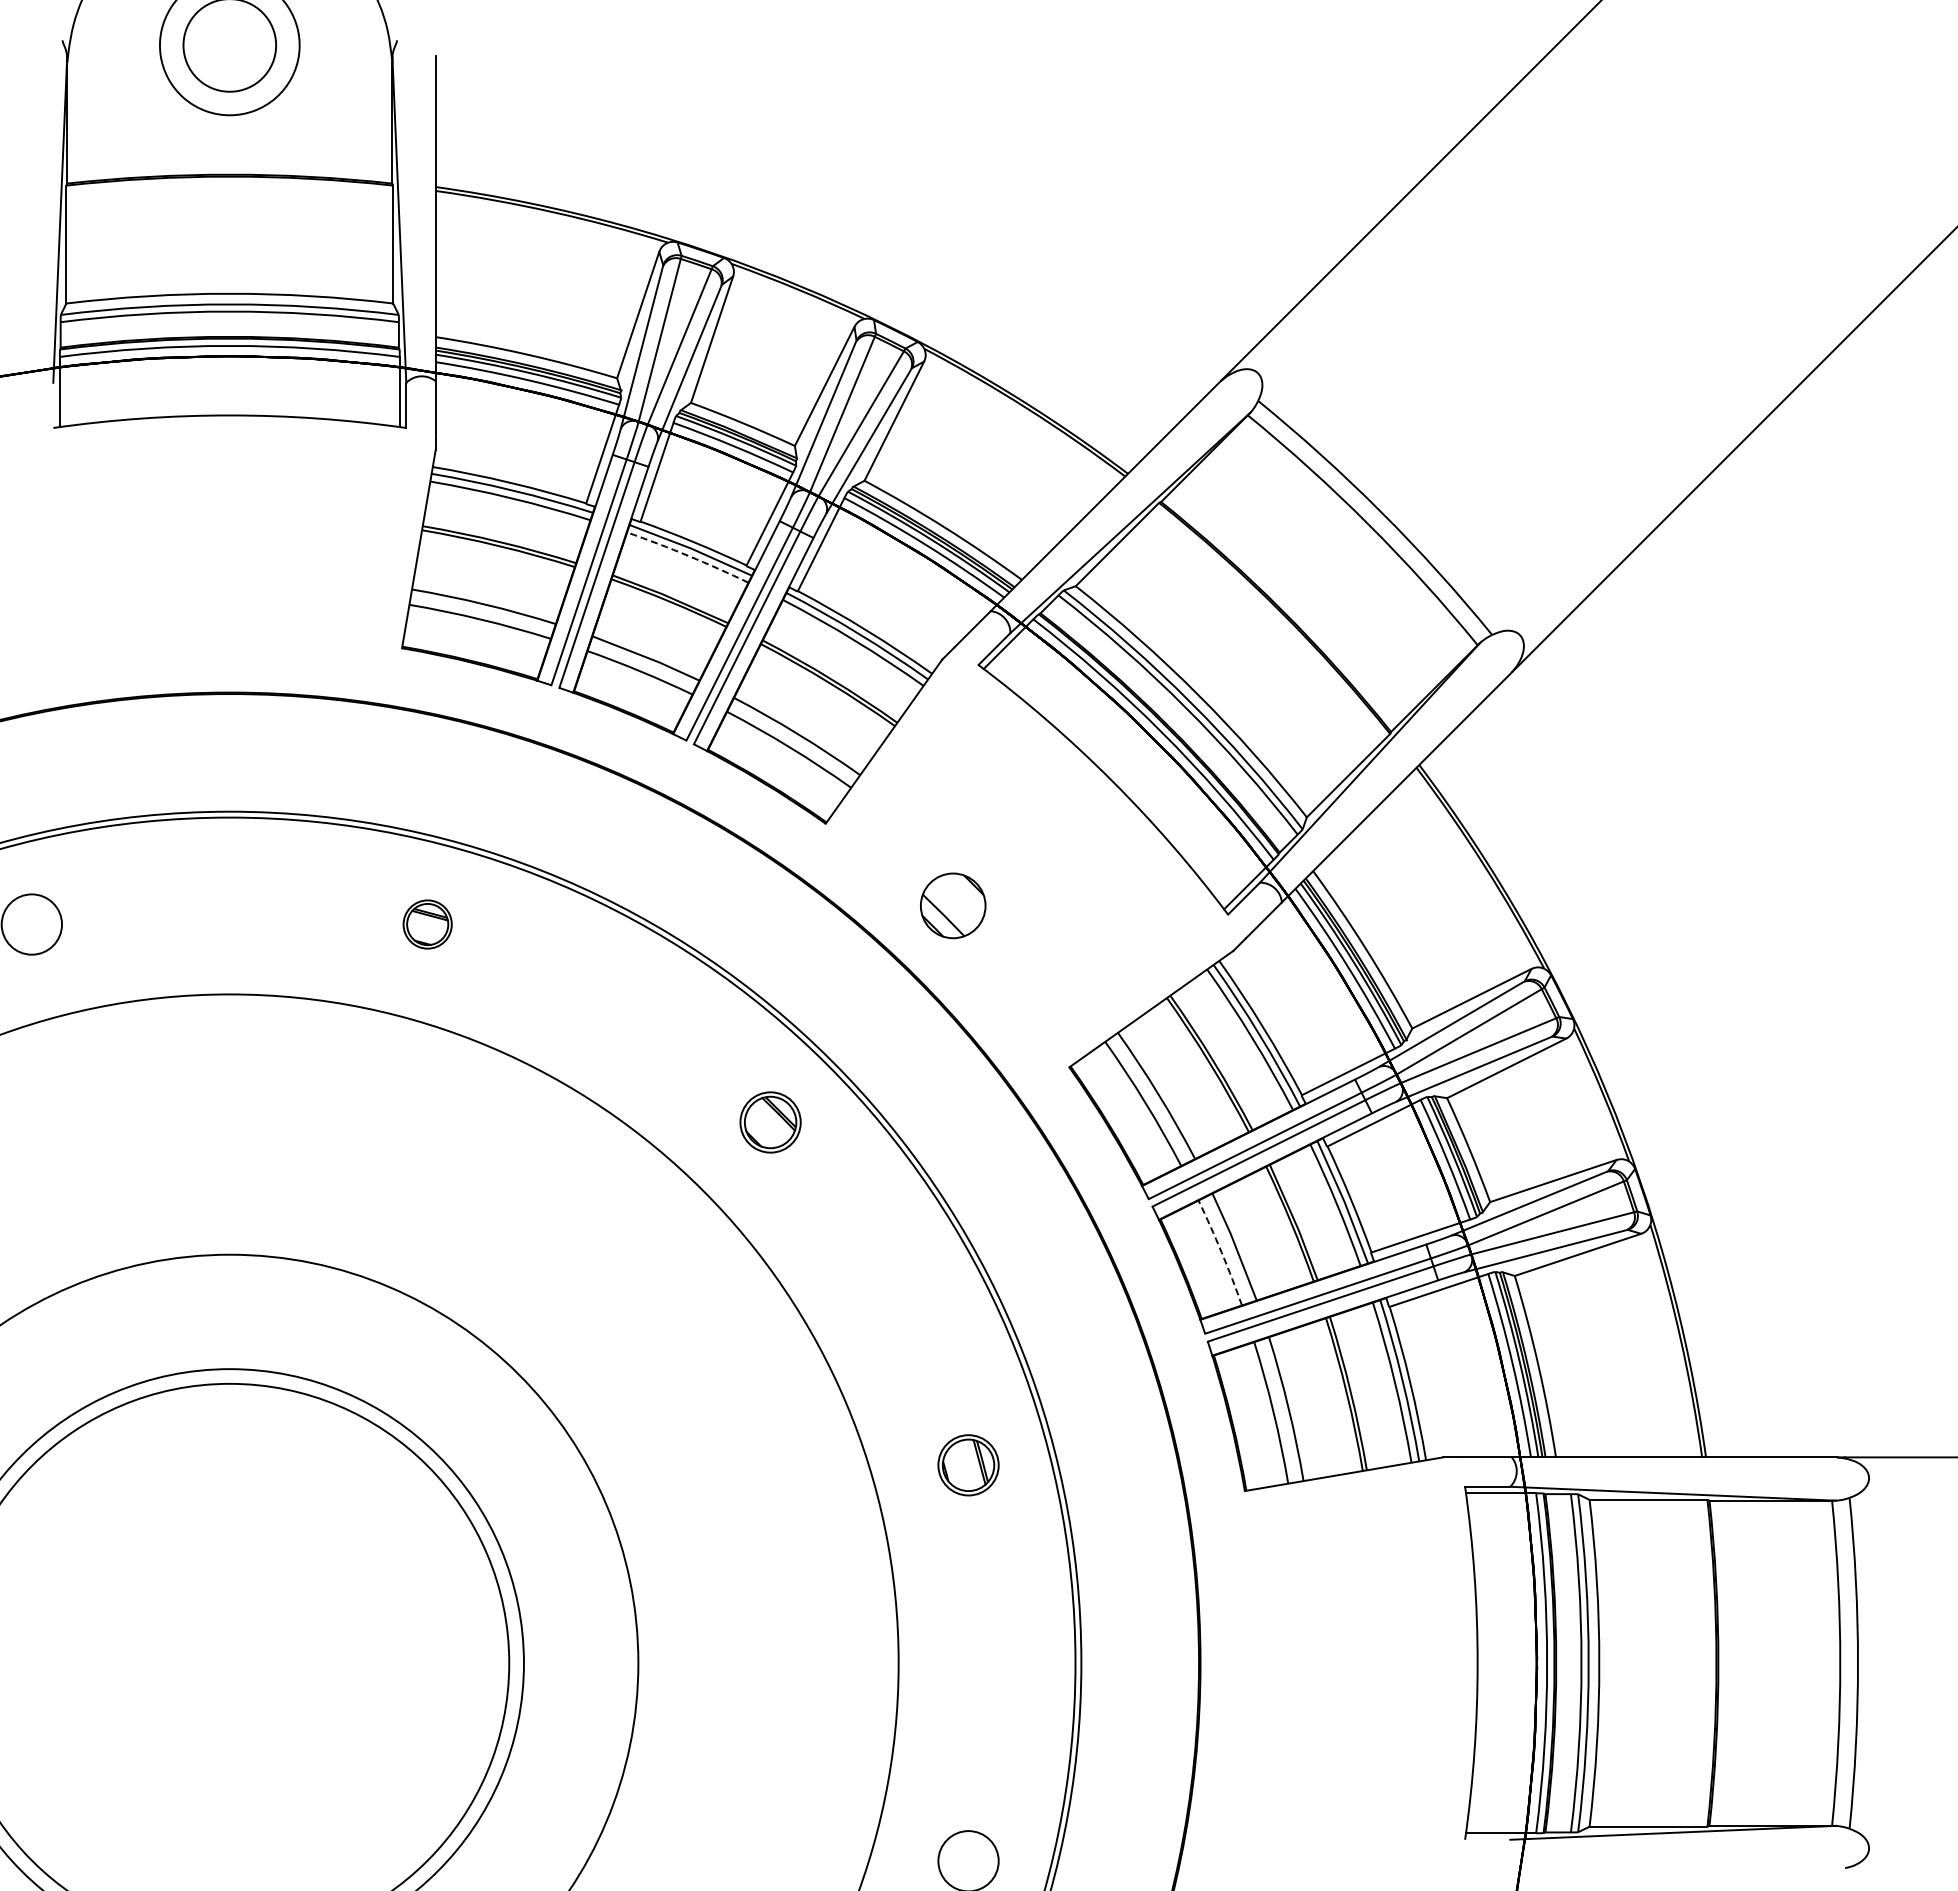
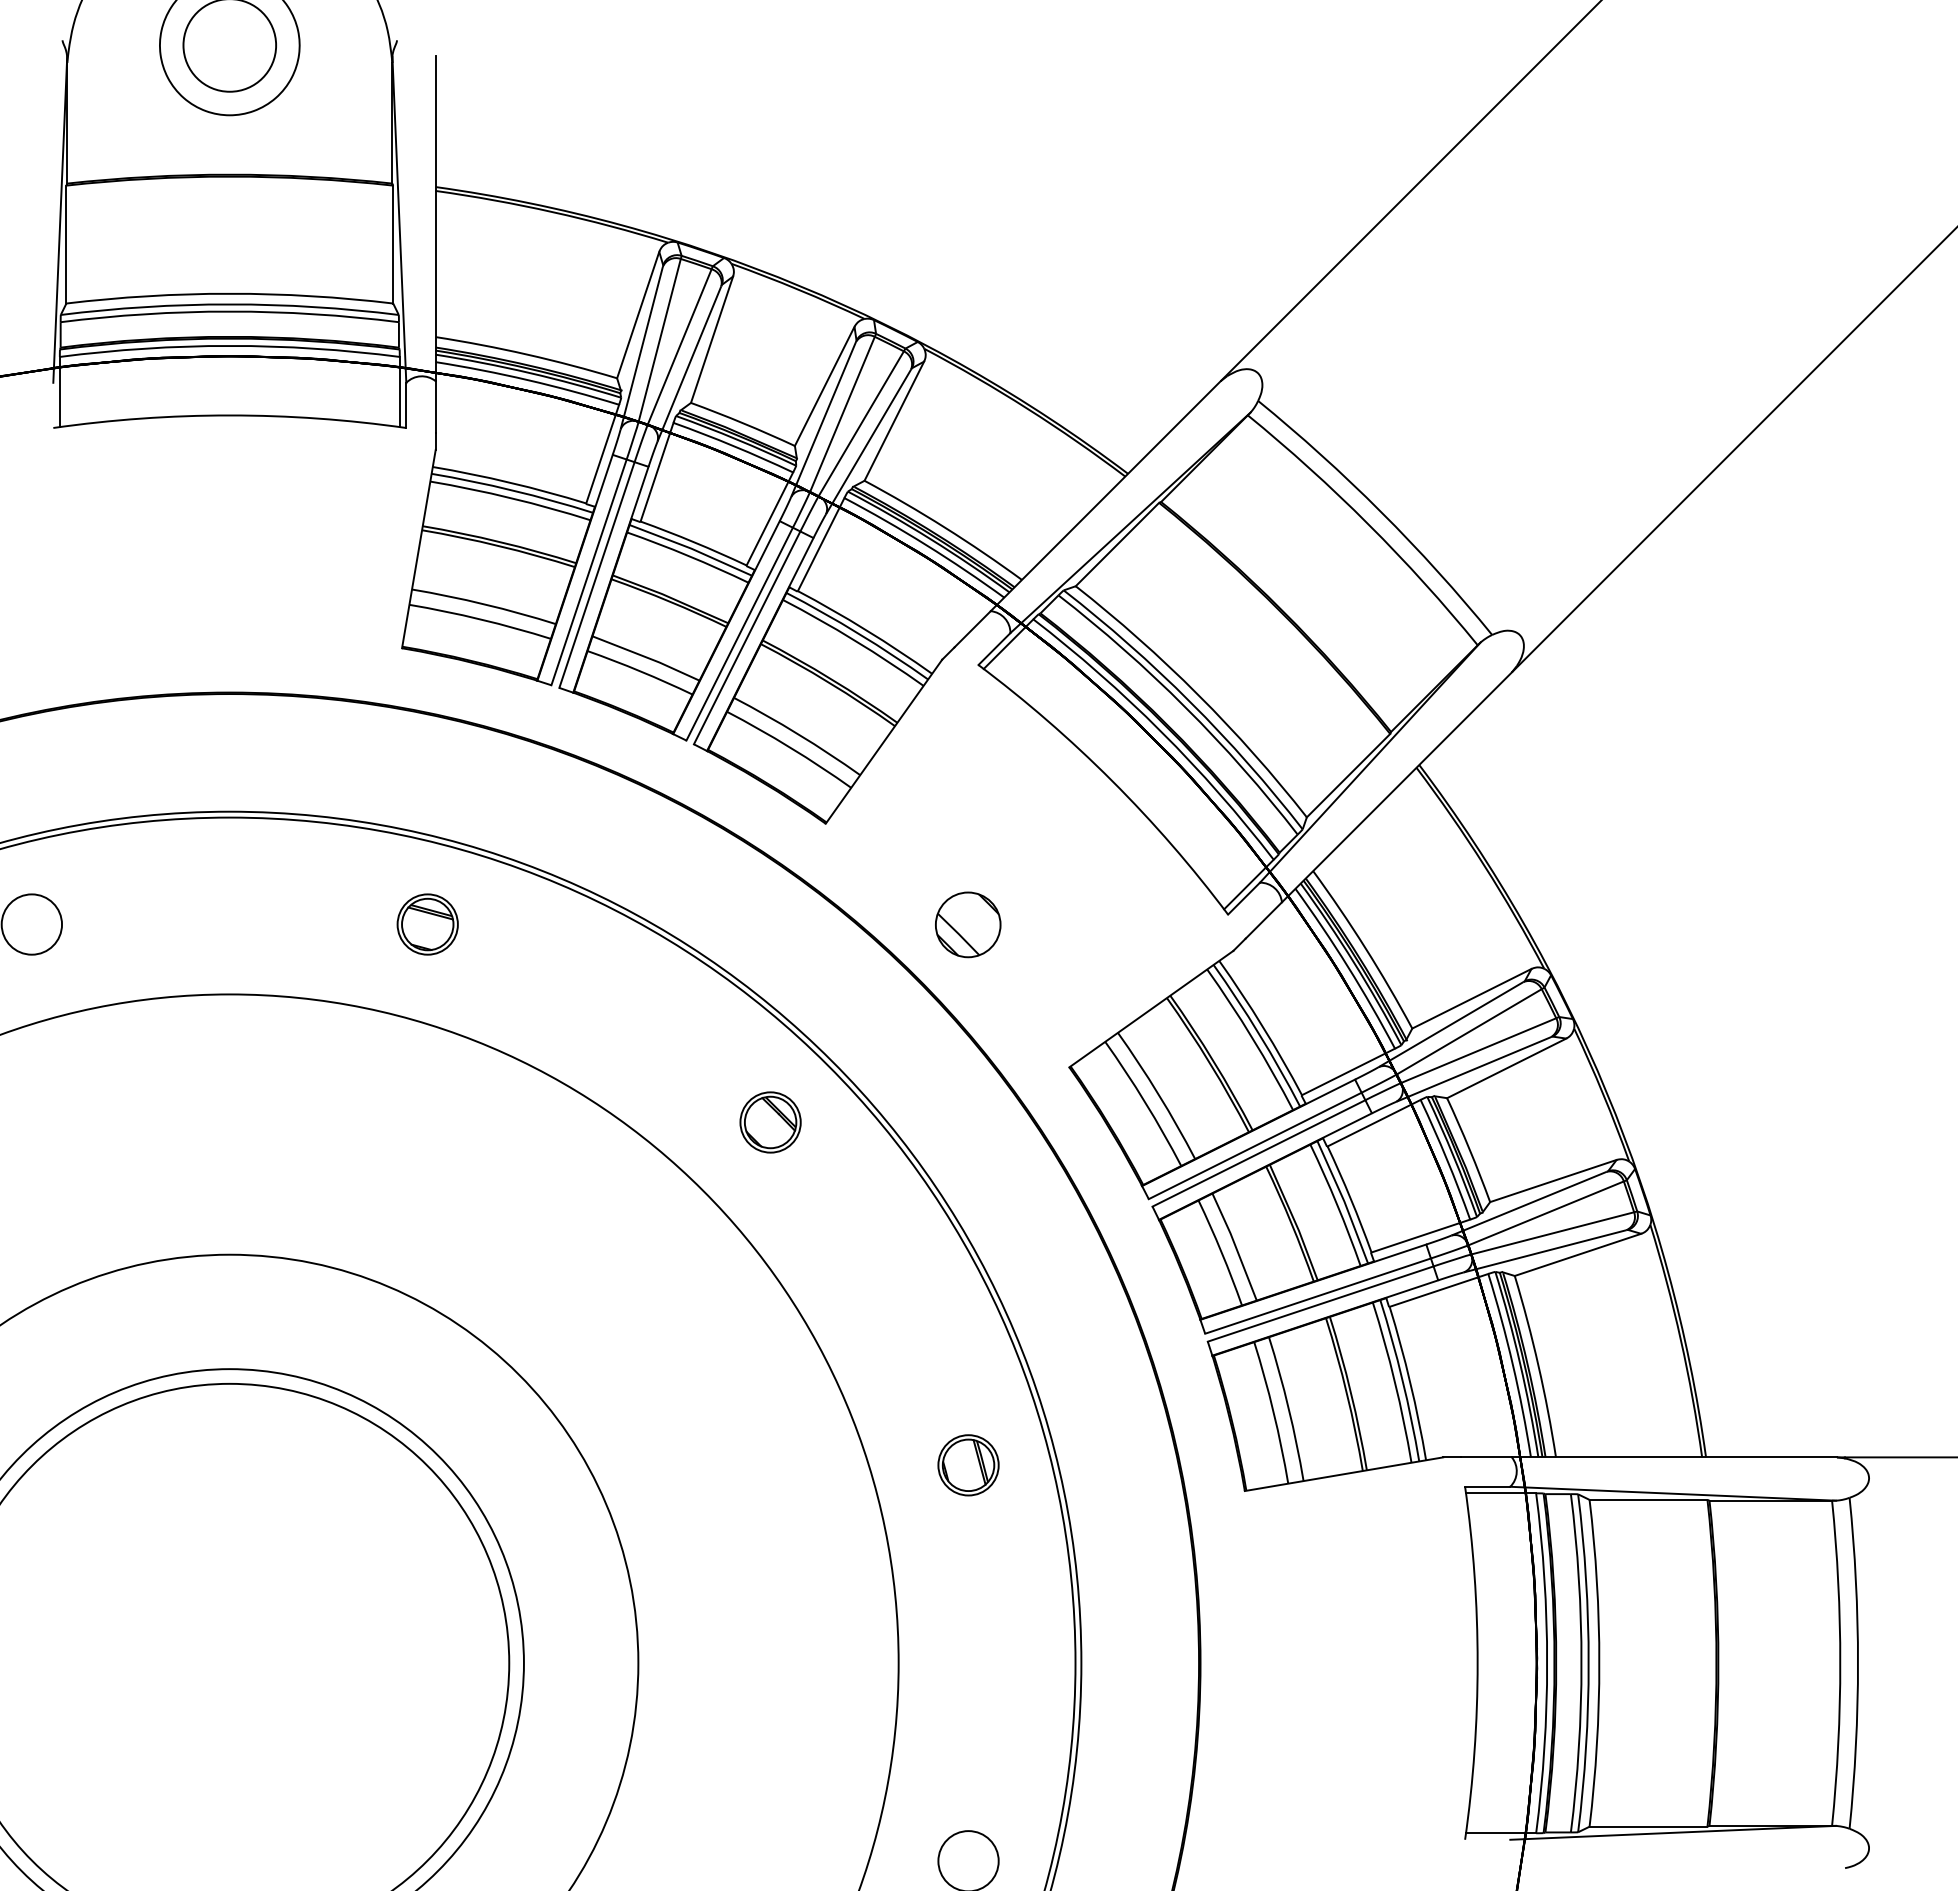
arc at (688, 555): dashed -> solid
part at (953, 905) position: (953, 905) -> (968, 924)
part at (427, 924) size: 51x51 px -> 63x63 px
arc at (1221, 1252): dashed -> solid
